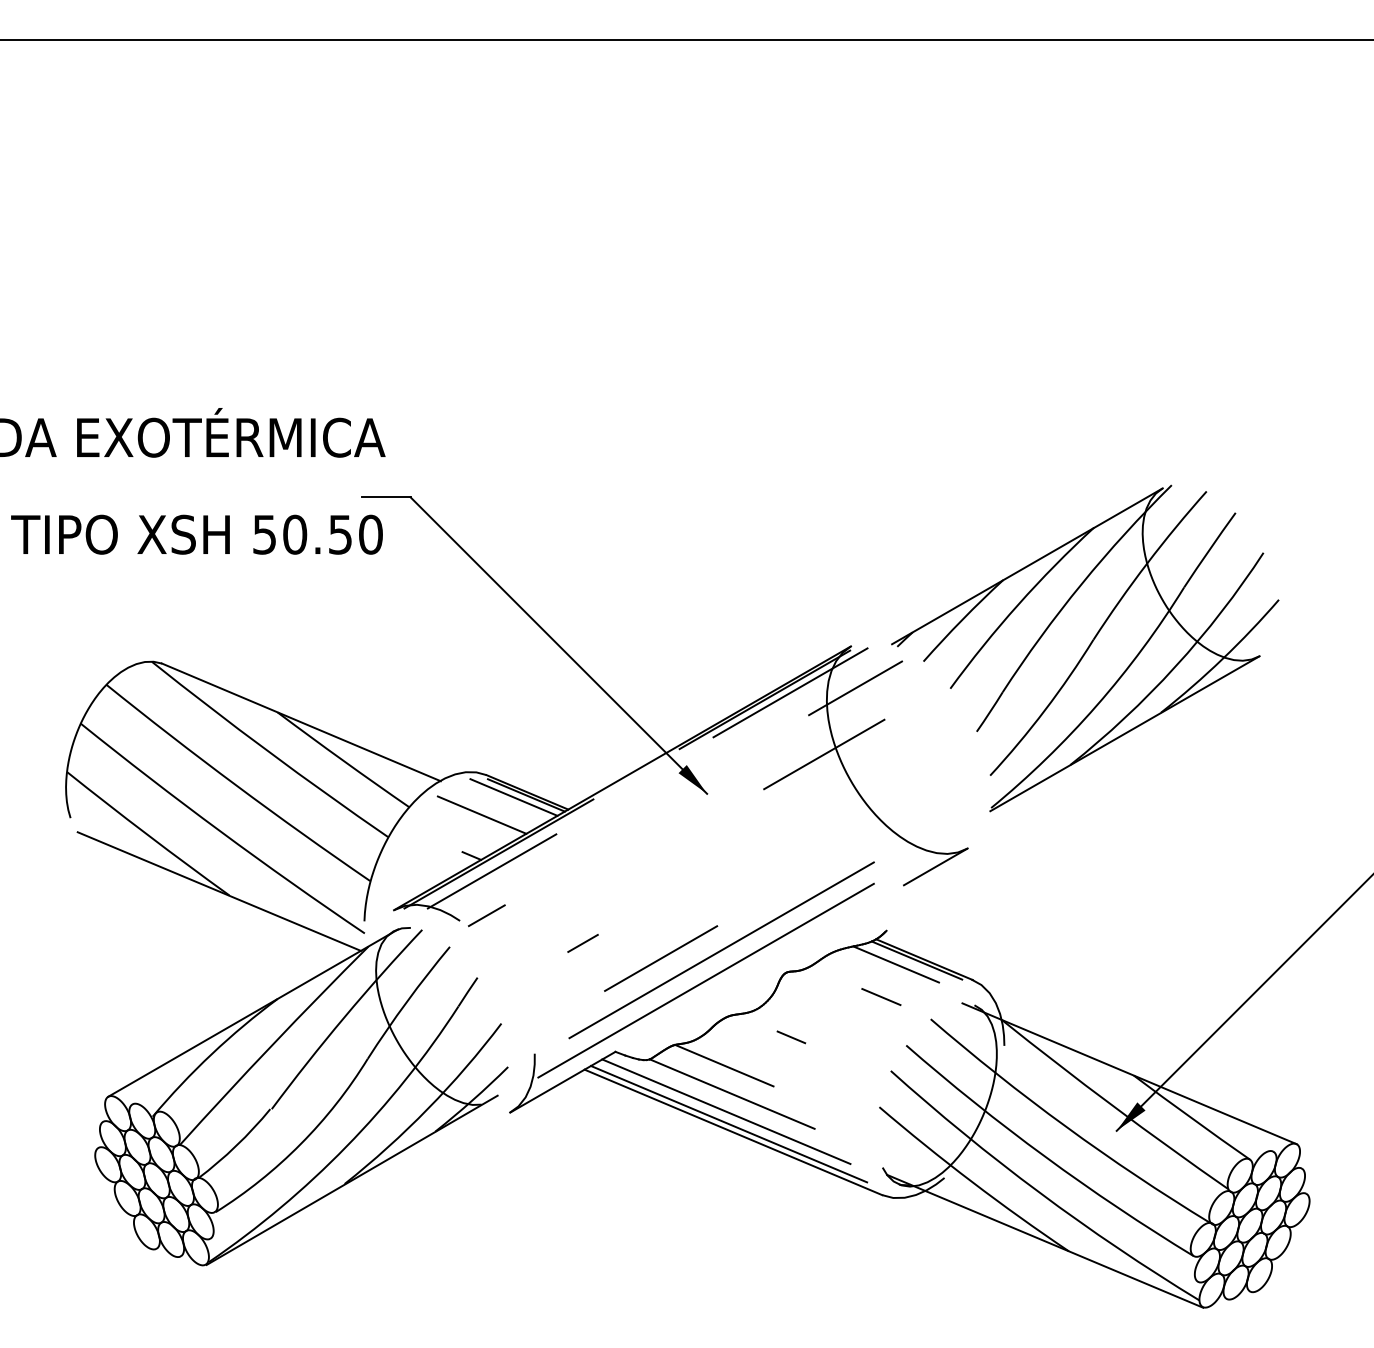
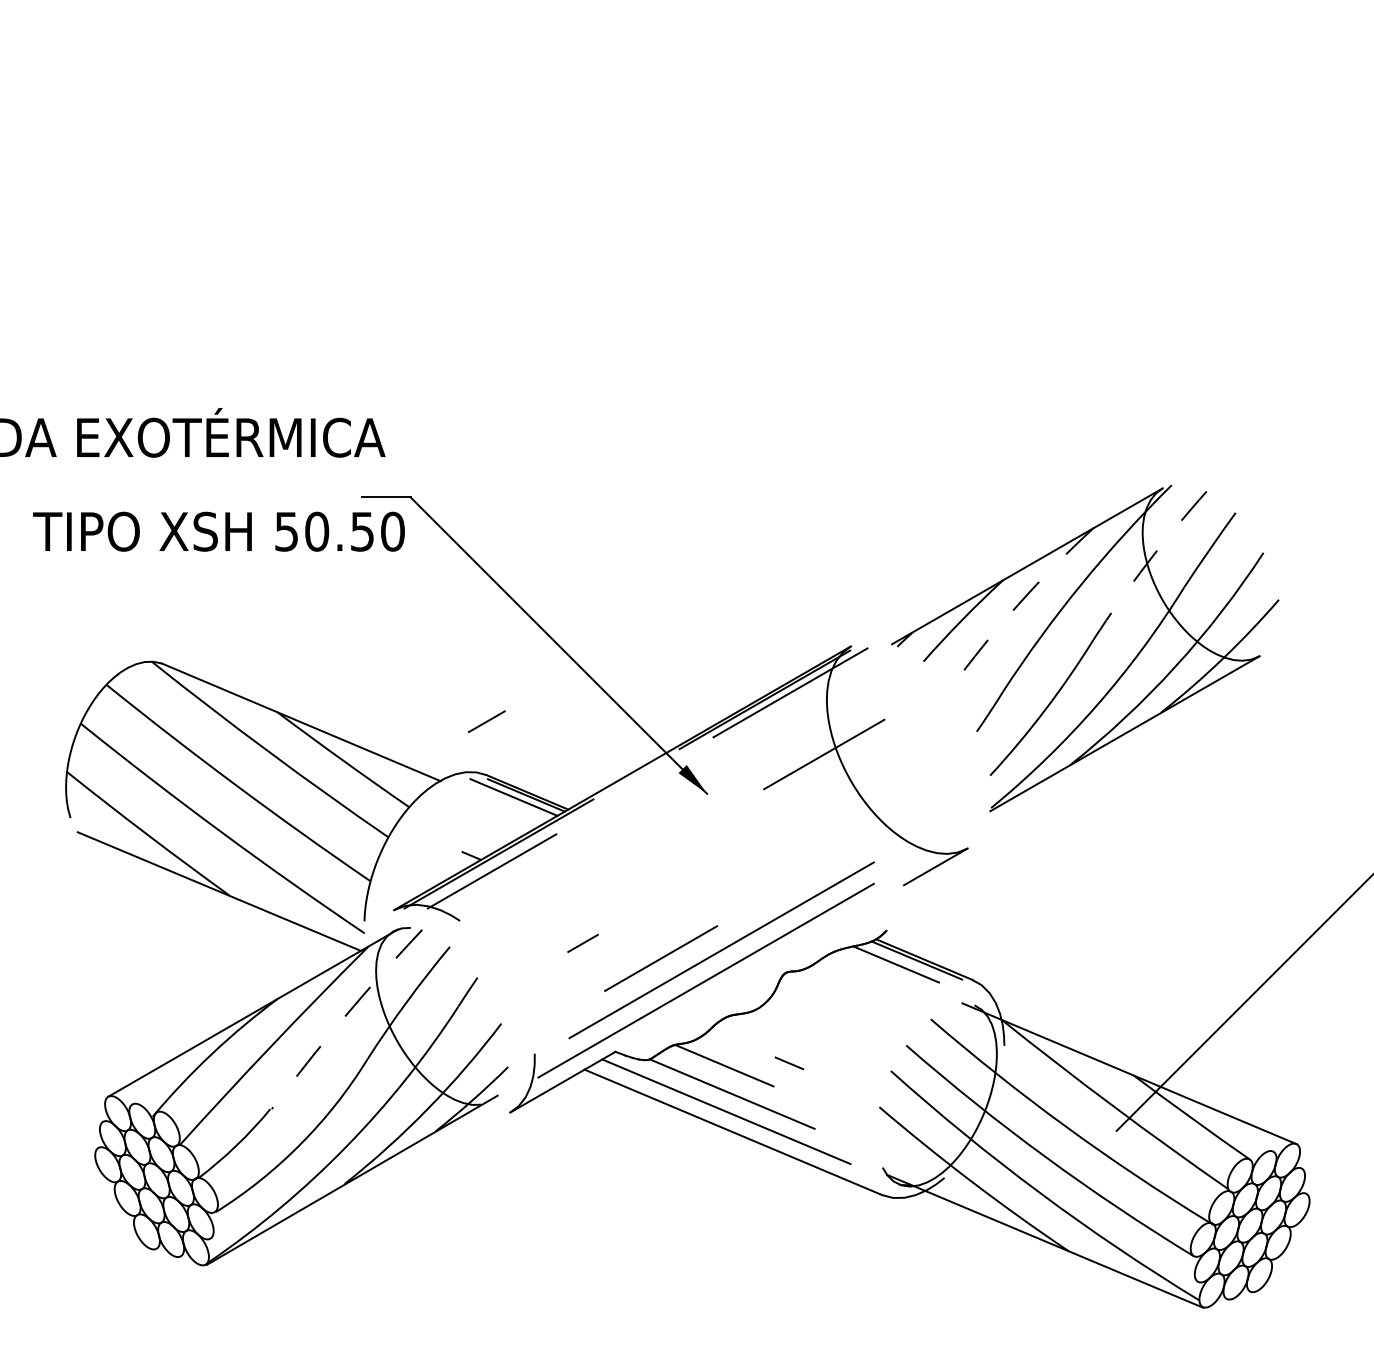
line at (686, 40): present -> none
text at (196, 534) position: (196, 534) -> (218, 531)
arc at (1147, 563): solid -> dashed
arc at (1018, 604): solid -> dashed
line at (855, 688): present -> none
line at (481, 814): present -> none
line at (486, 915) position: (486, 915) -> (486, 721)
line at (881, 997): present -> none
arc at (344, 1017): solid -> dashed
line at (791, 1037) position: (791, 1037) -> (789, 1063)
fill at (1130, 1116): present -> none
line at (728, 1123): present -> none
